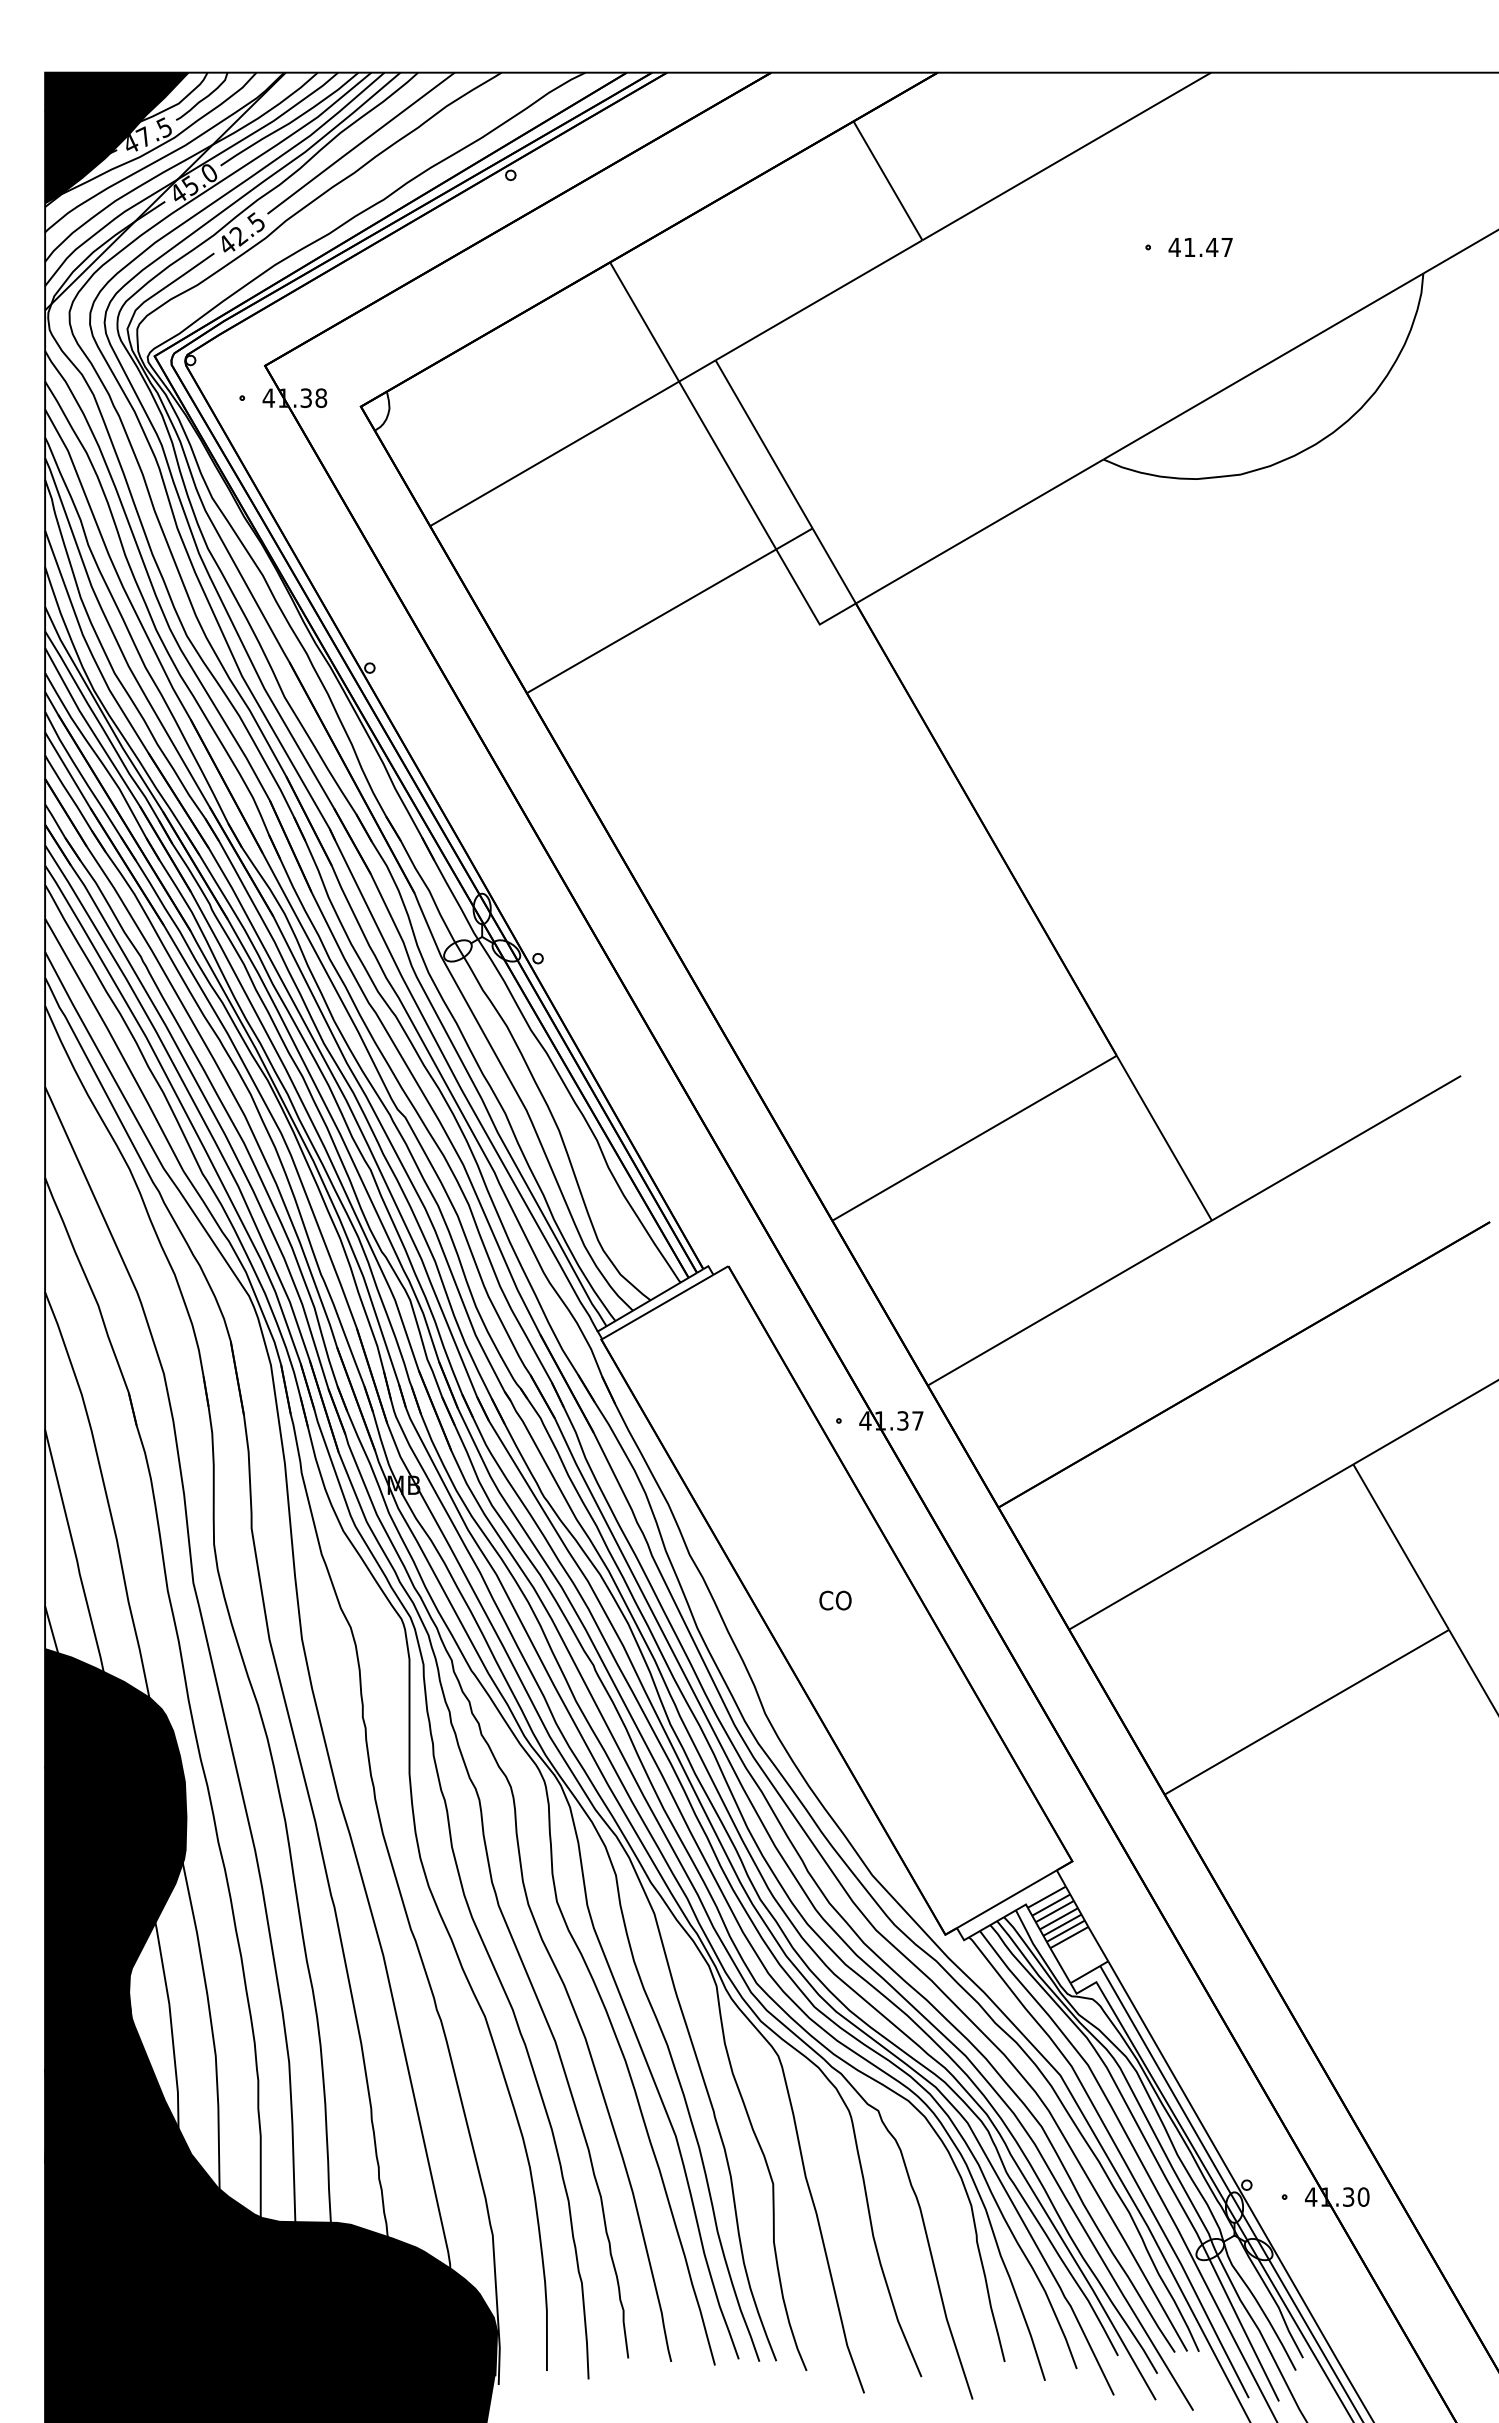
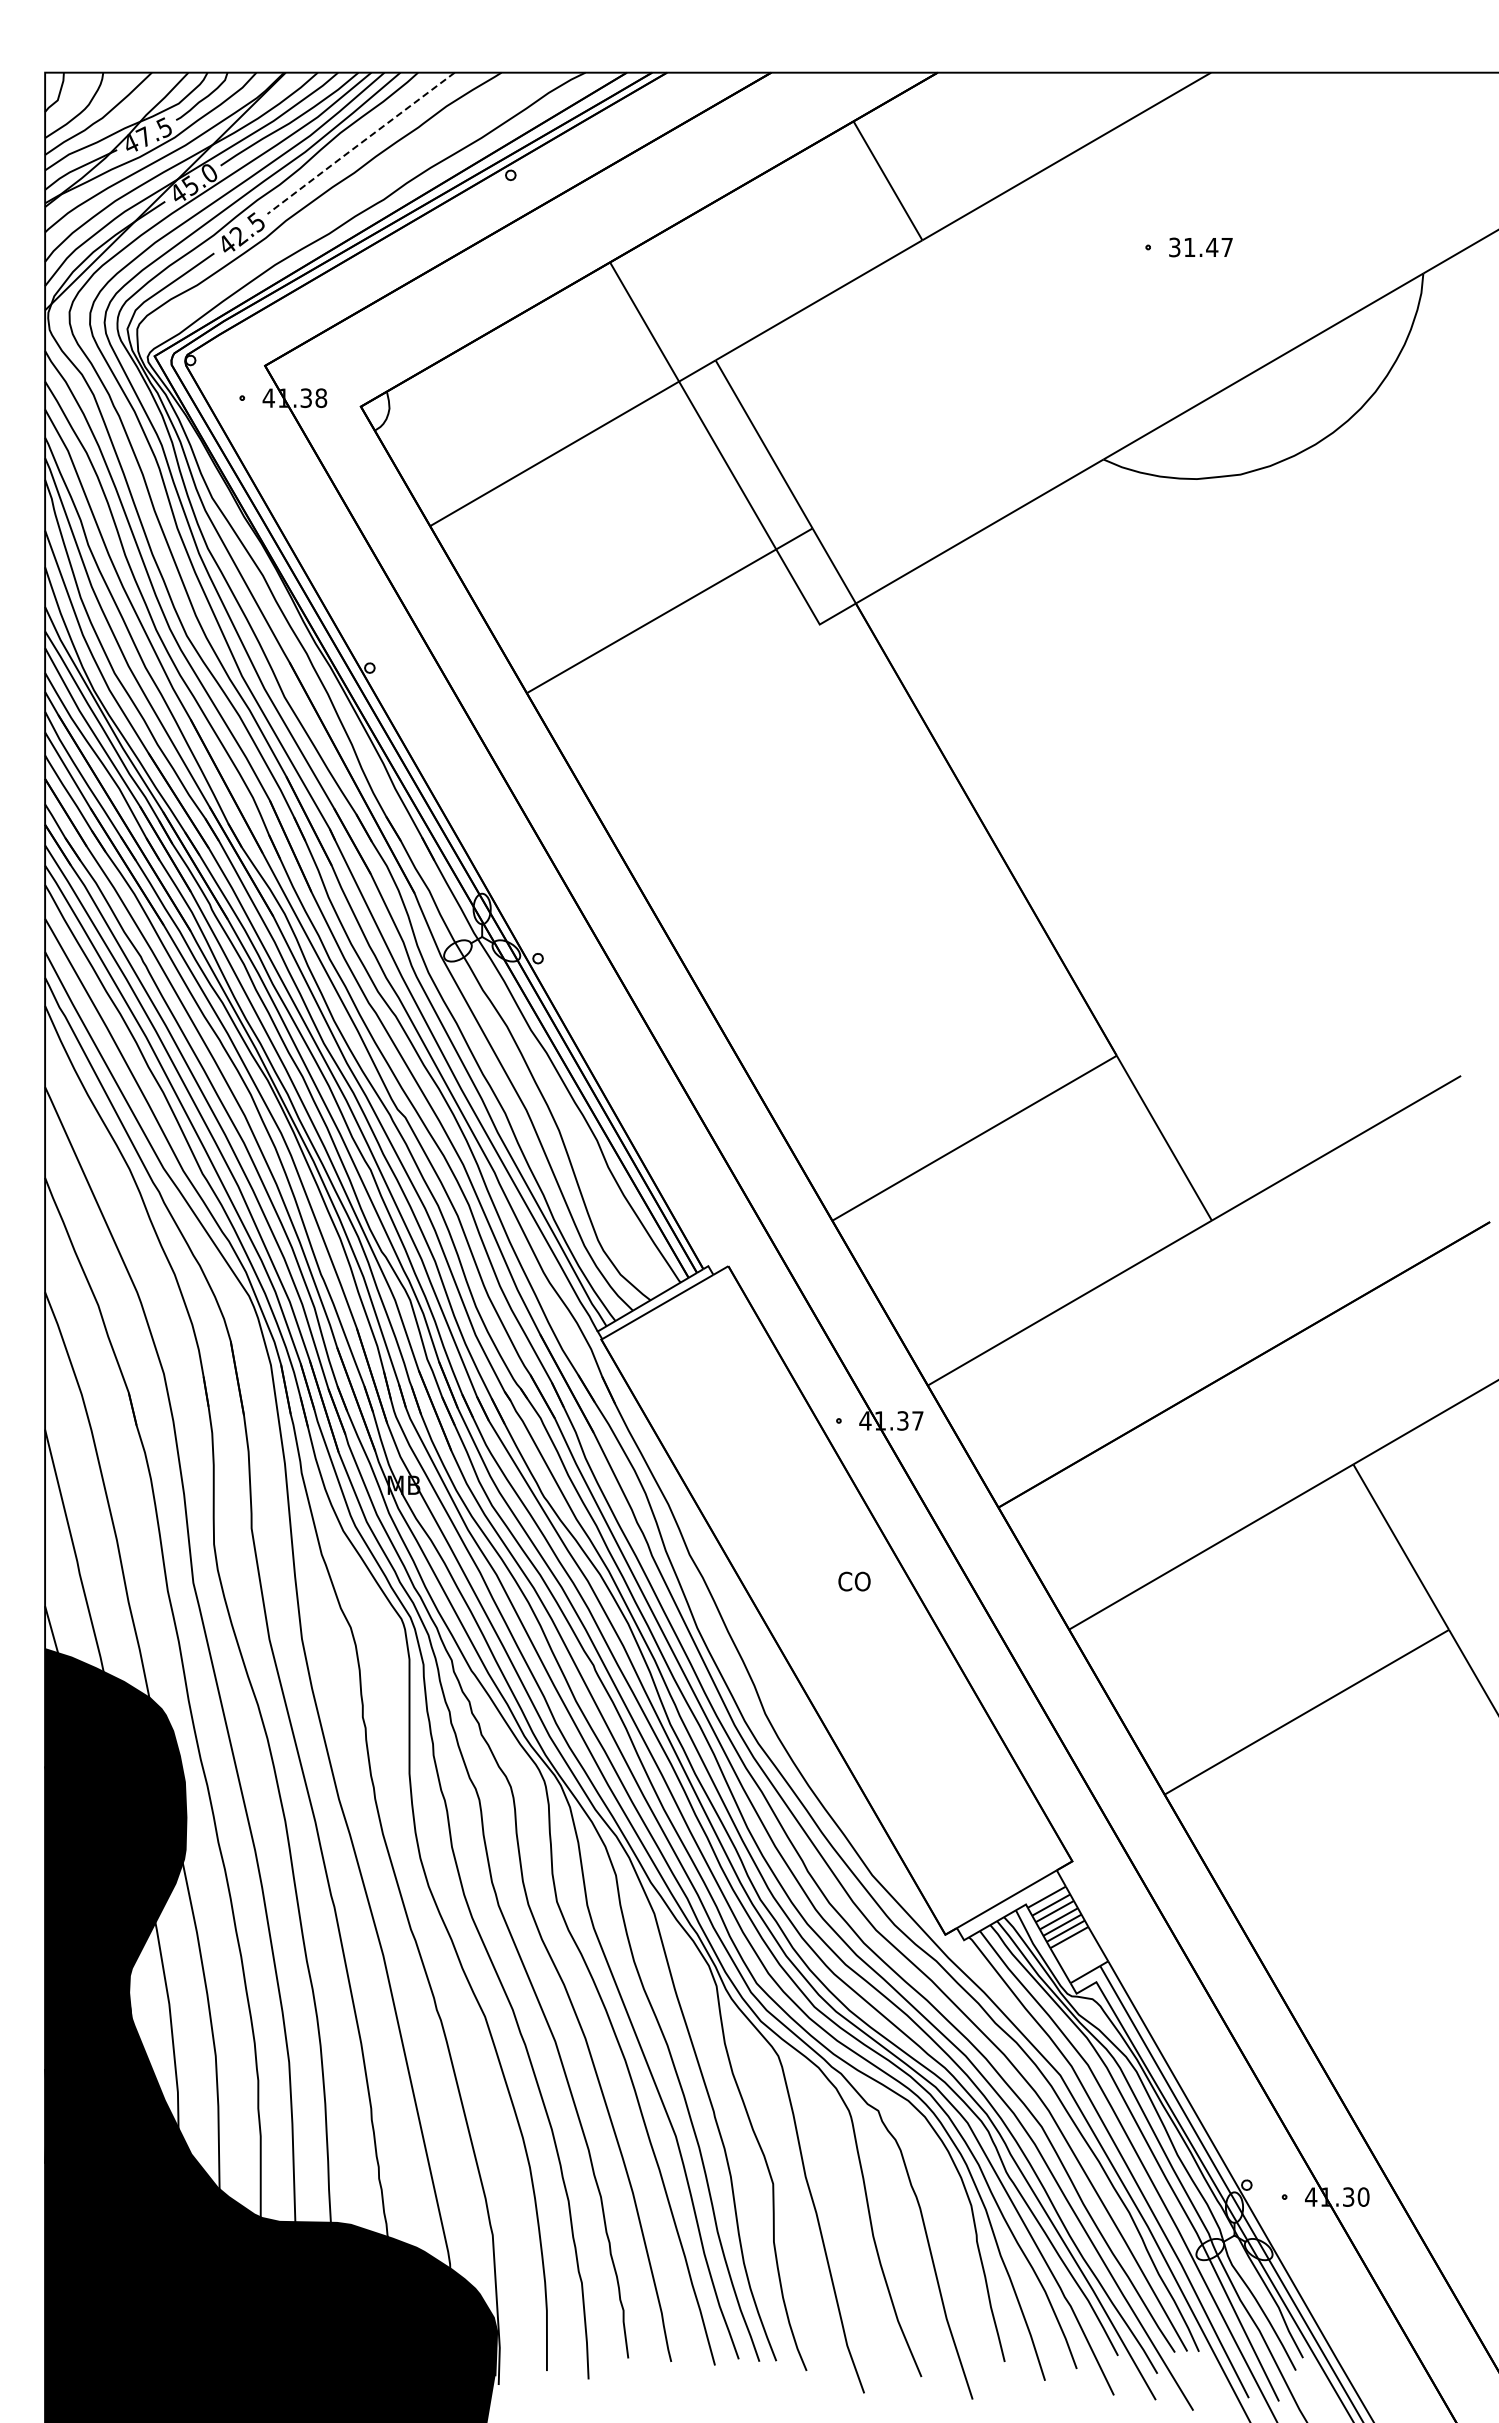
fill at (116, 137): present -> none
line at (360, 143): solid -> dashed
text at (1174, 247): 41.47 -> 31.47
text at (835, 1600) position: (835, 1600) -> (854, 1581)
